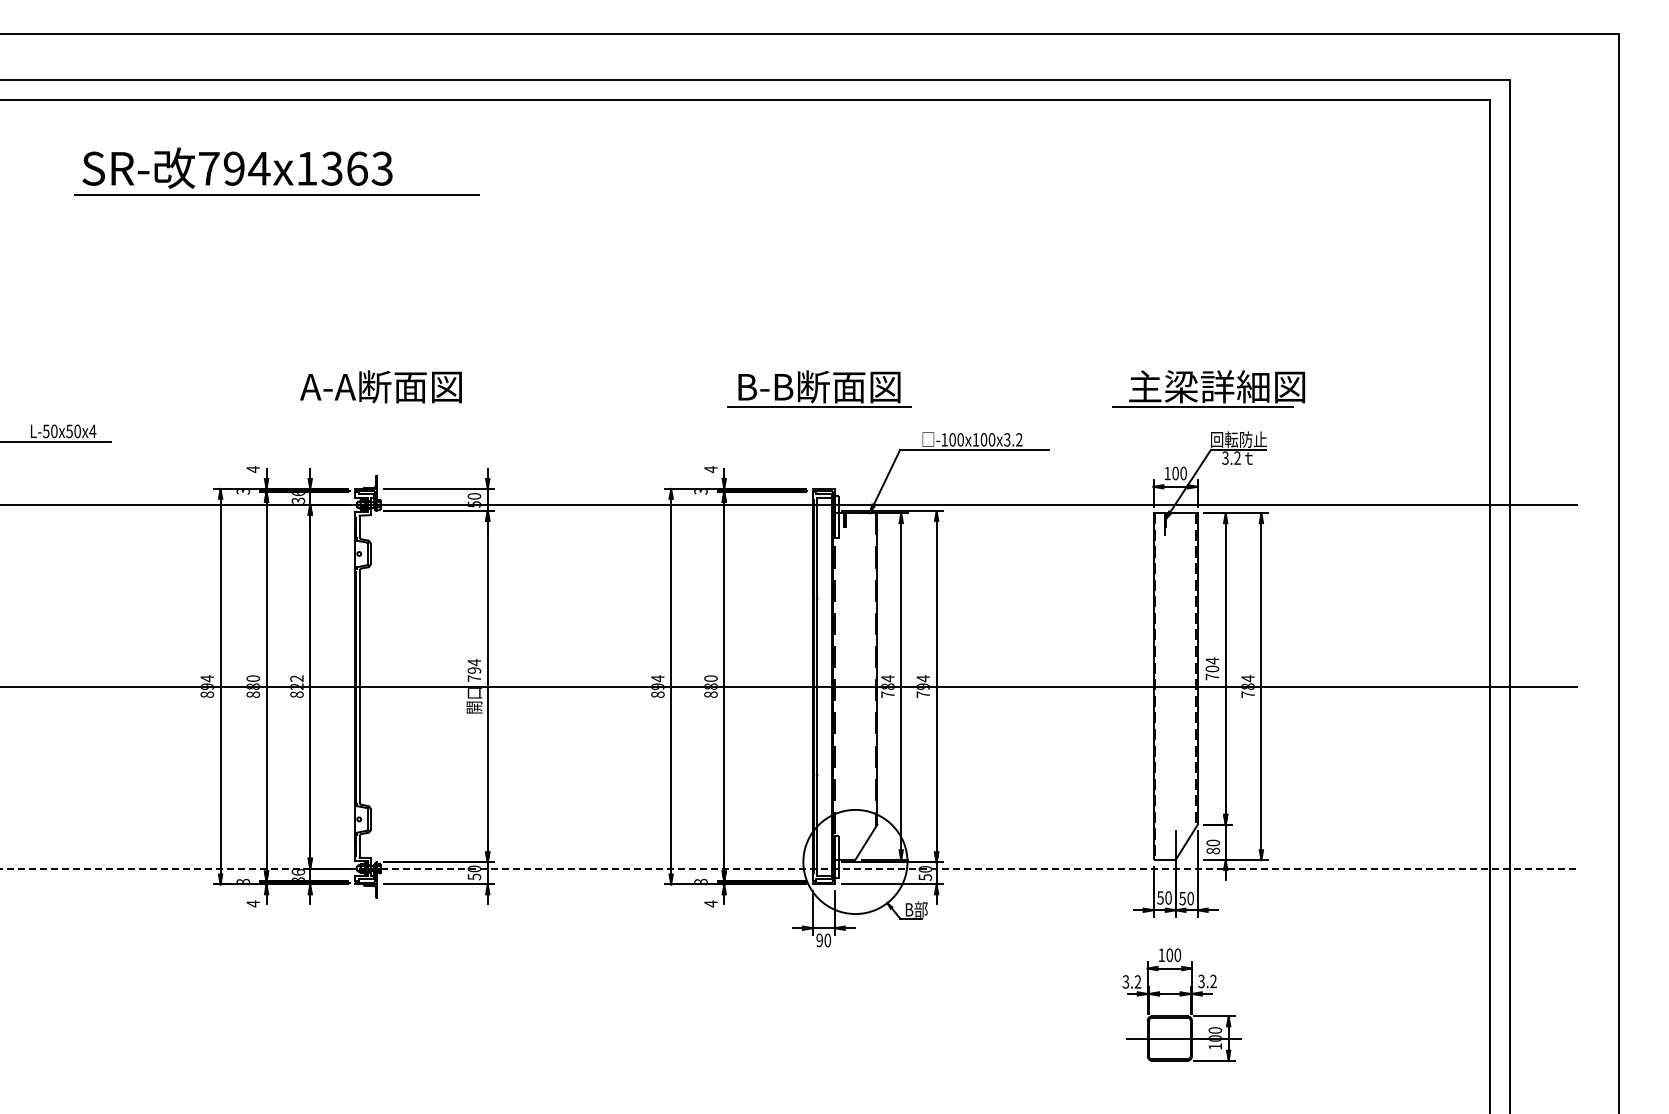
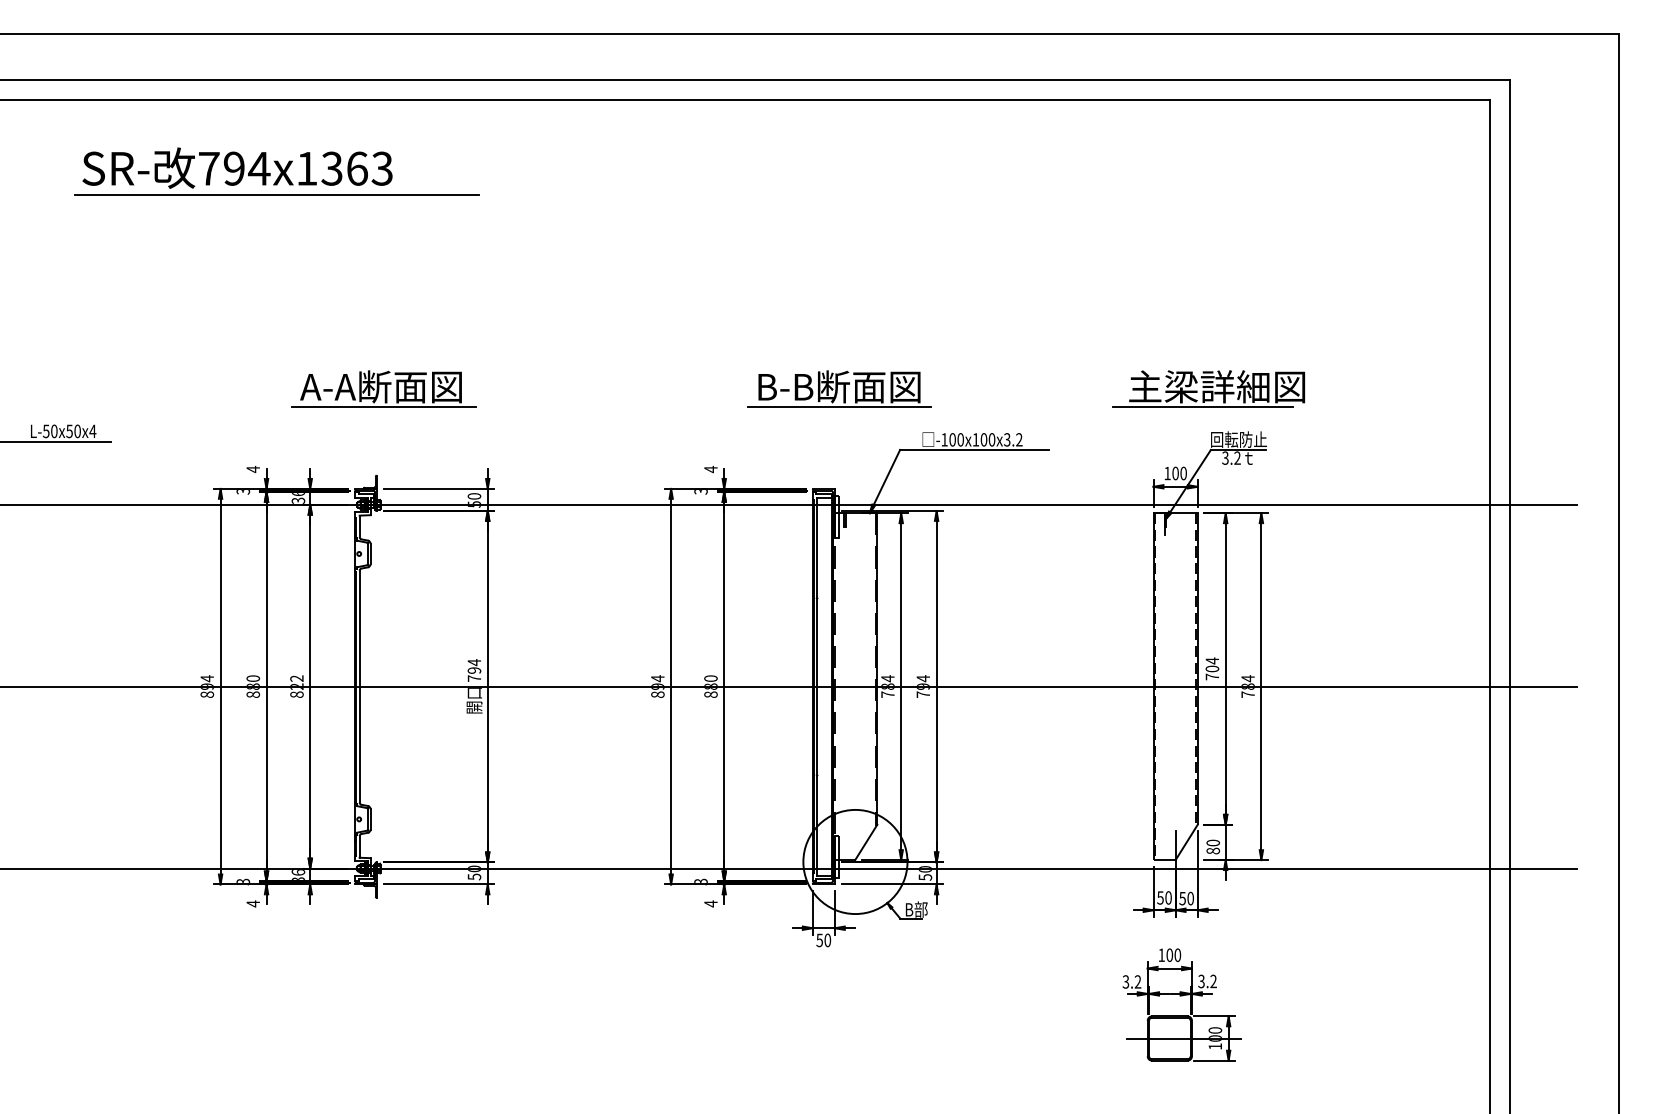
part at (819, 388) position: (819, 388) -> (839, 388)
line at (383, 407): none -> present
line at (789, 868): dashed -> solid
text at (819, 940): 90 -> 50
